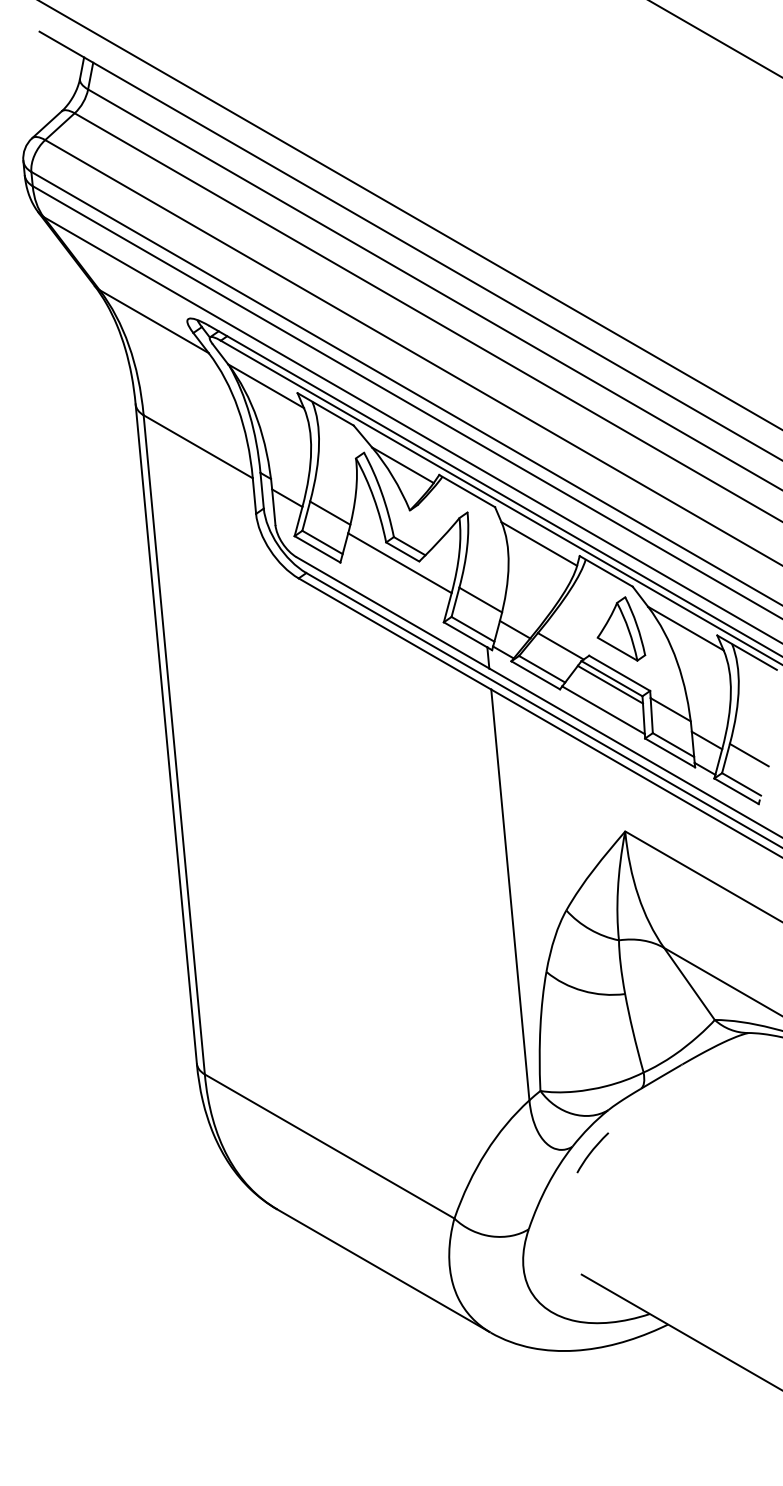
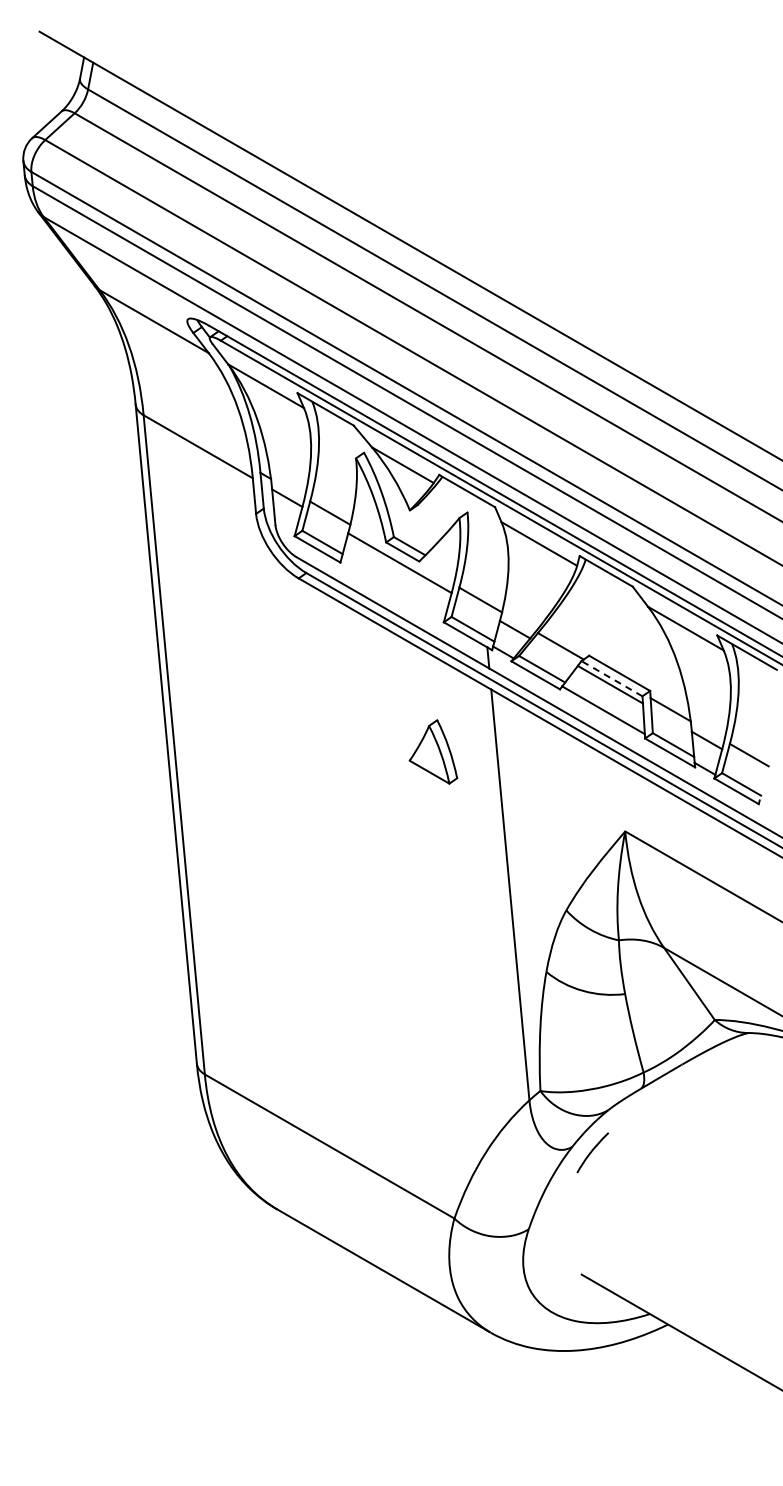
line at (715, 39): present -> none
line at (410, 215): present -> none
part at (621, 628) position: (621, 628) -> (433, 751)
line at (611, 678): solid -> dashed
